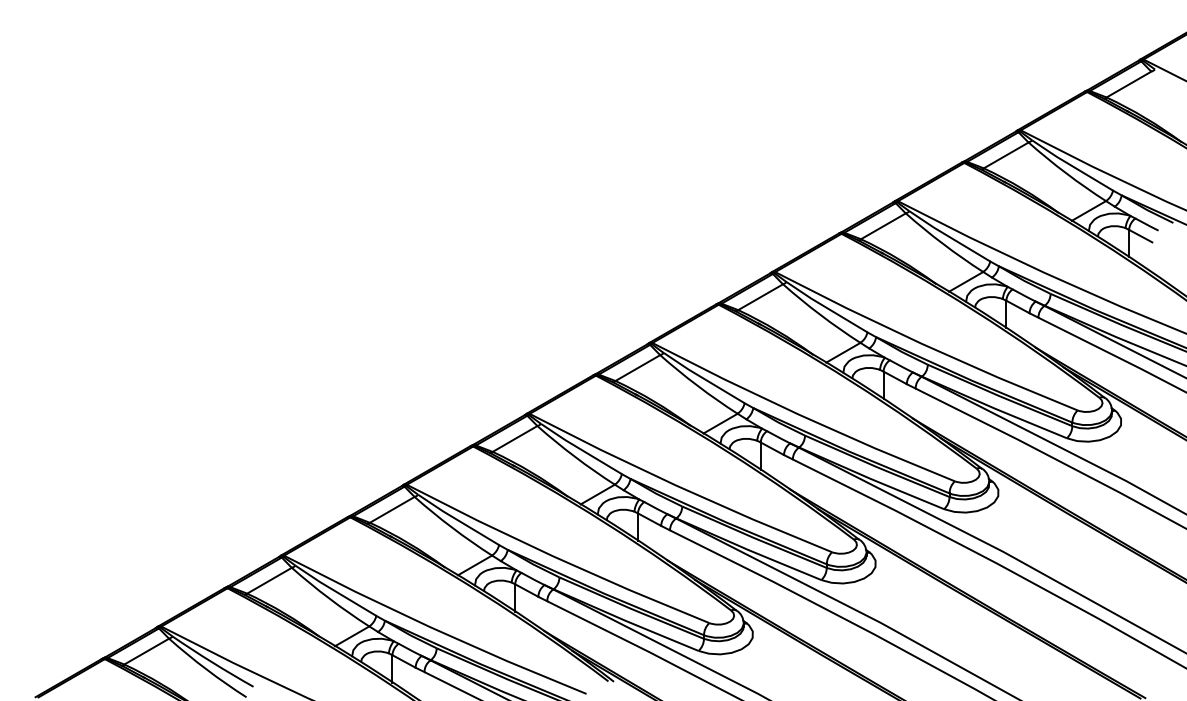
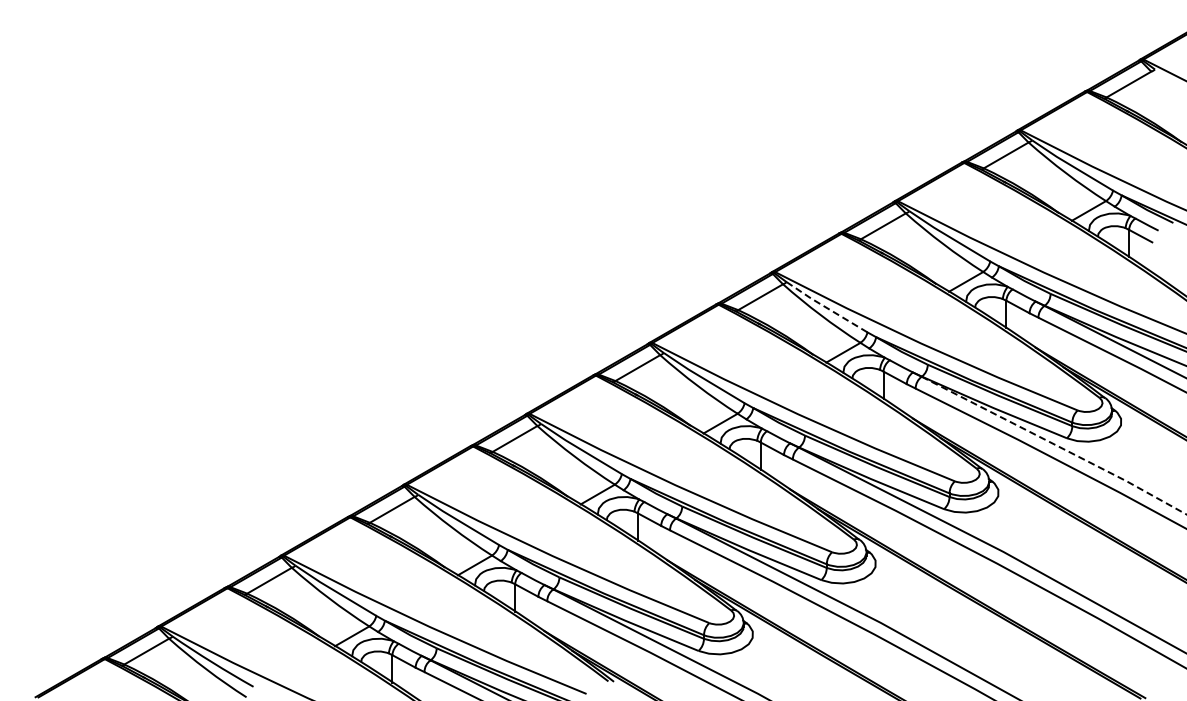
line at (826, 307): solid -> dashed
line at (1055, 444): solid -> dashed
